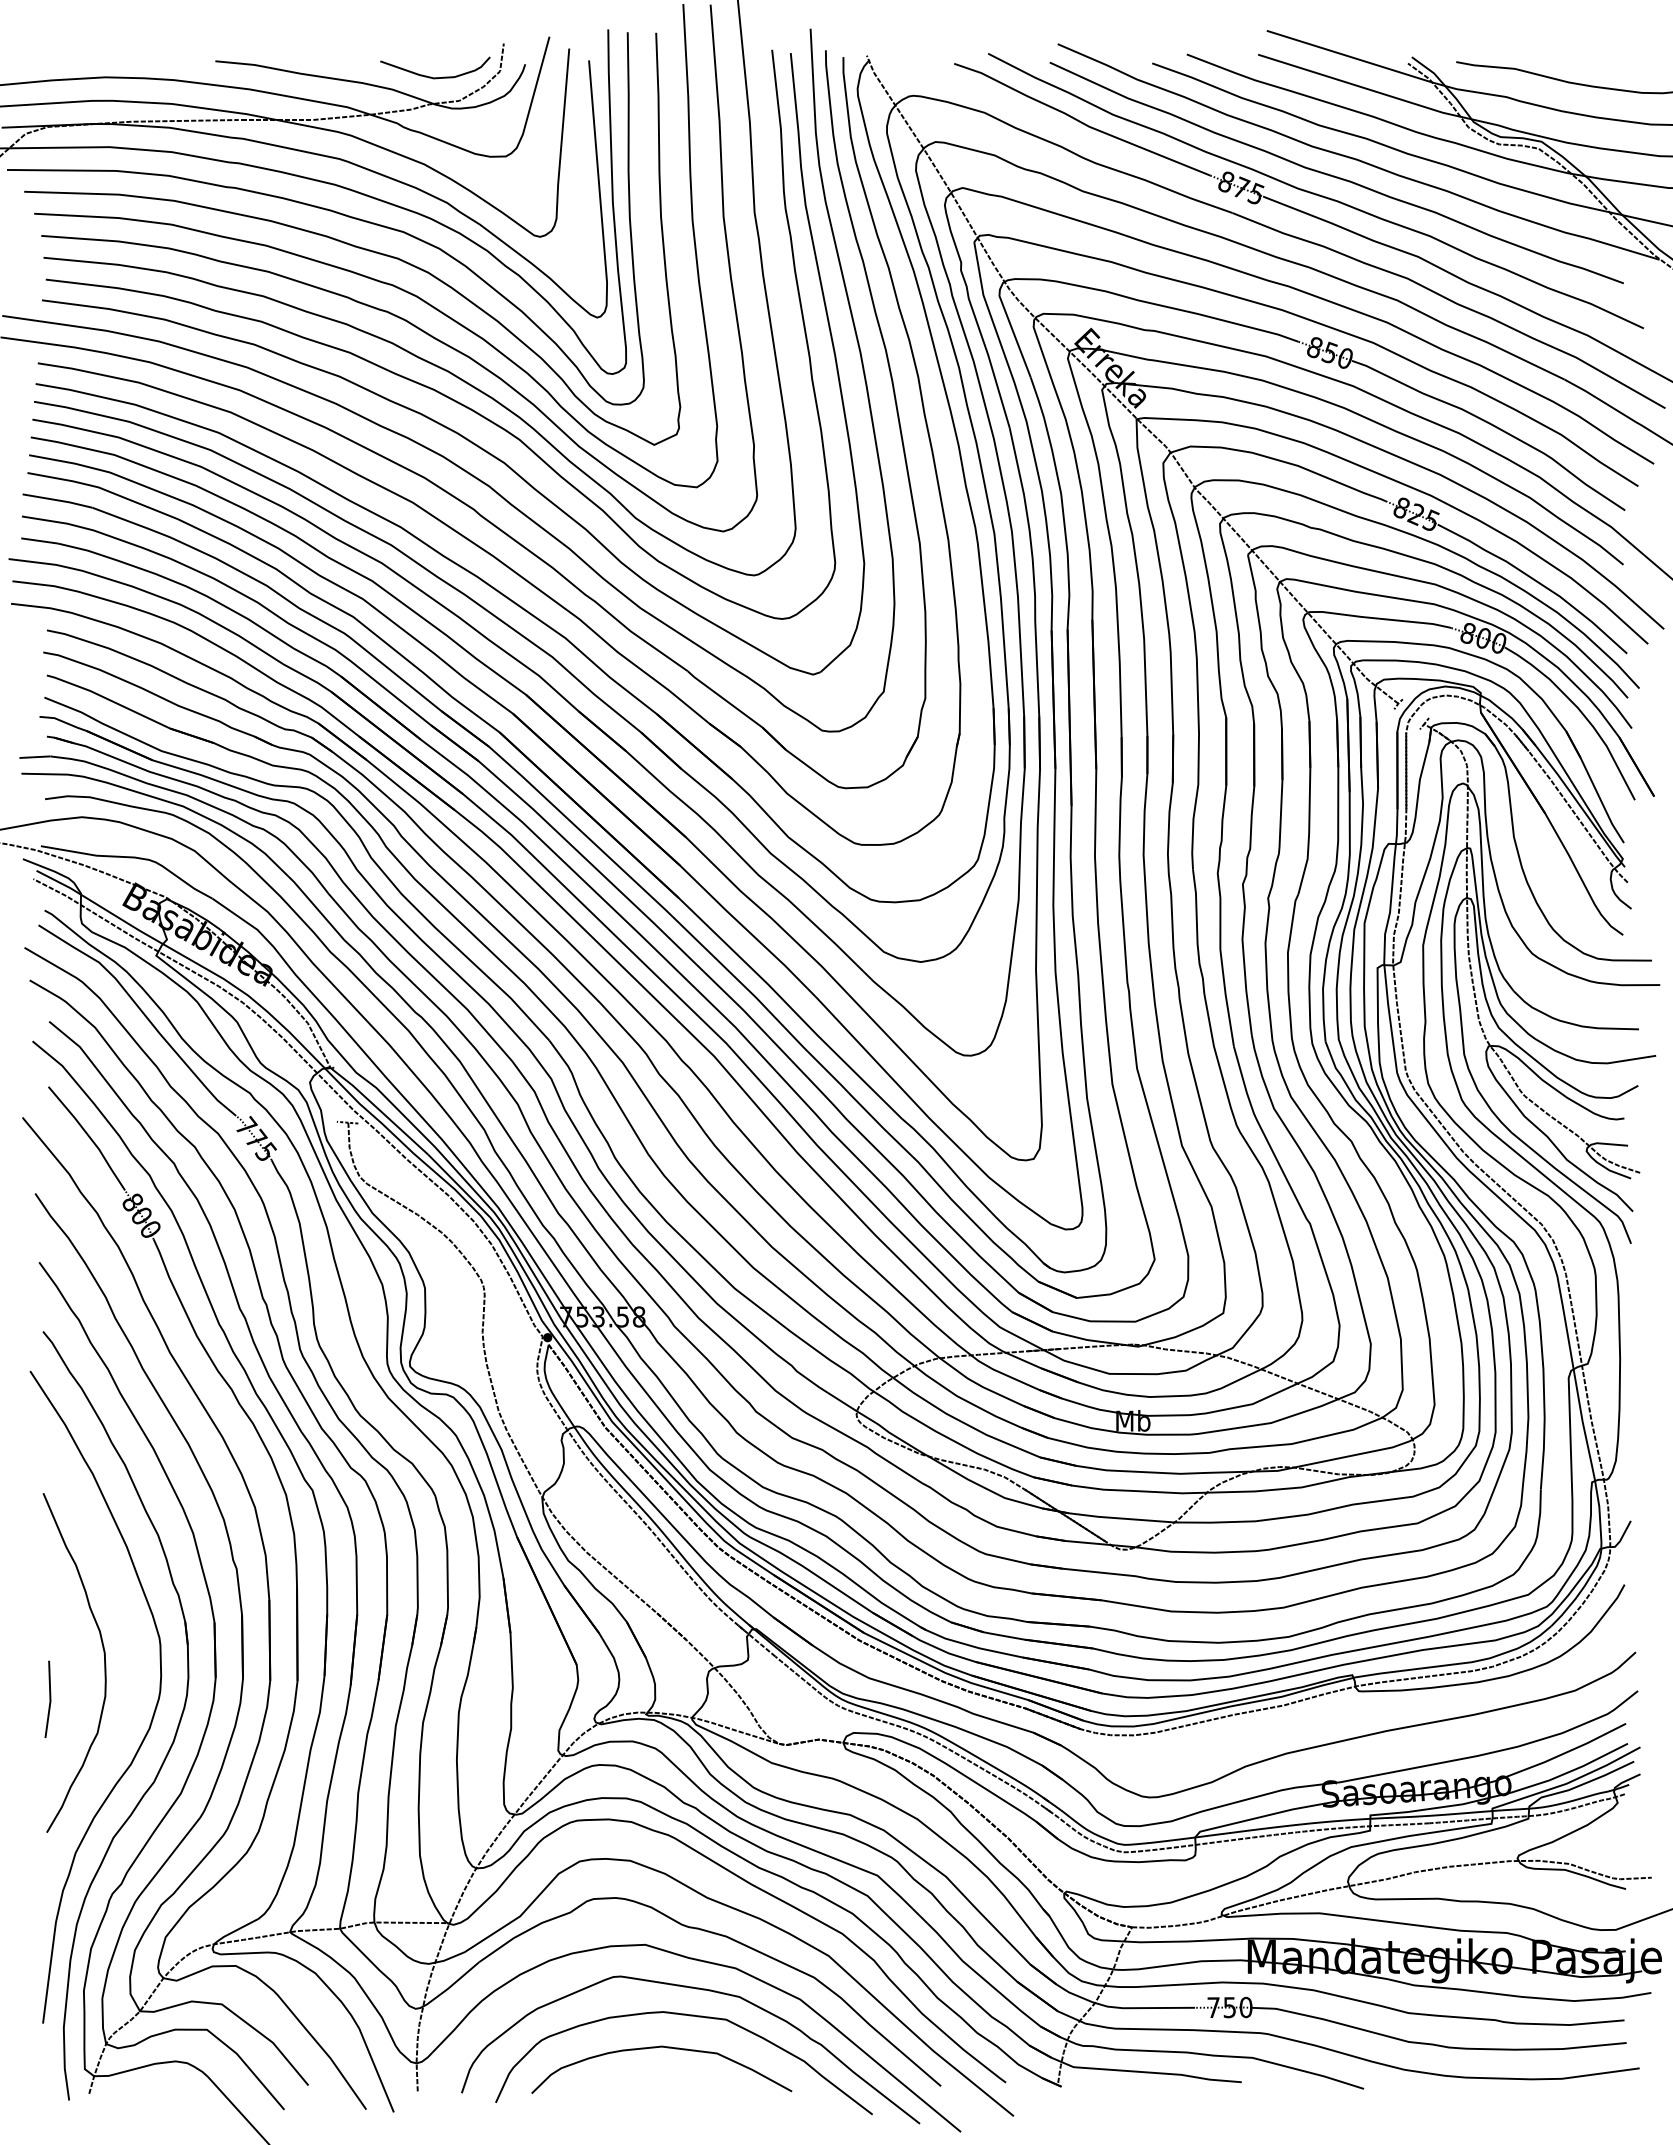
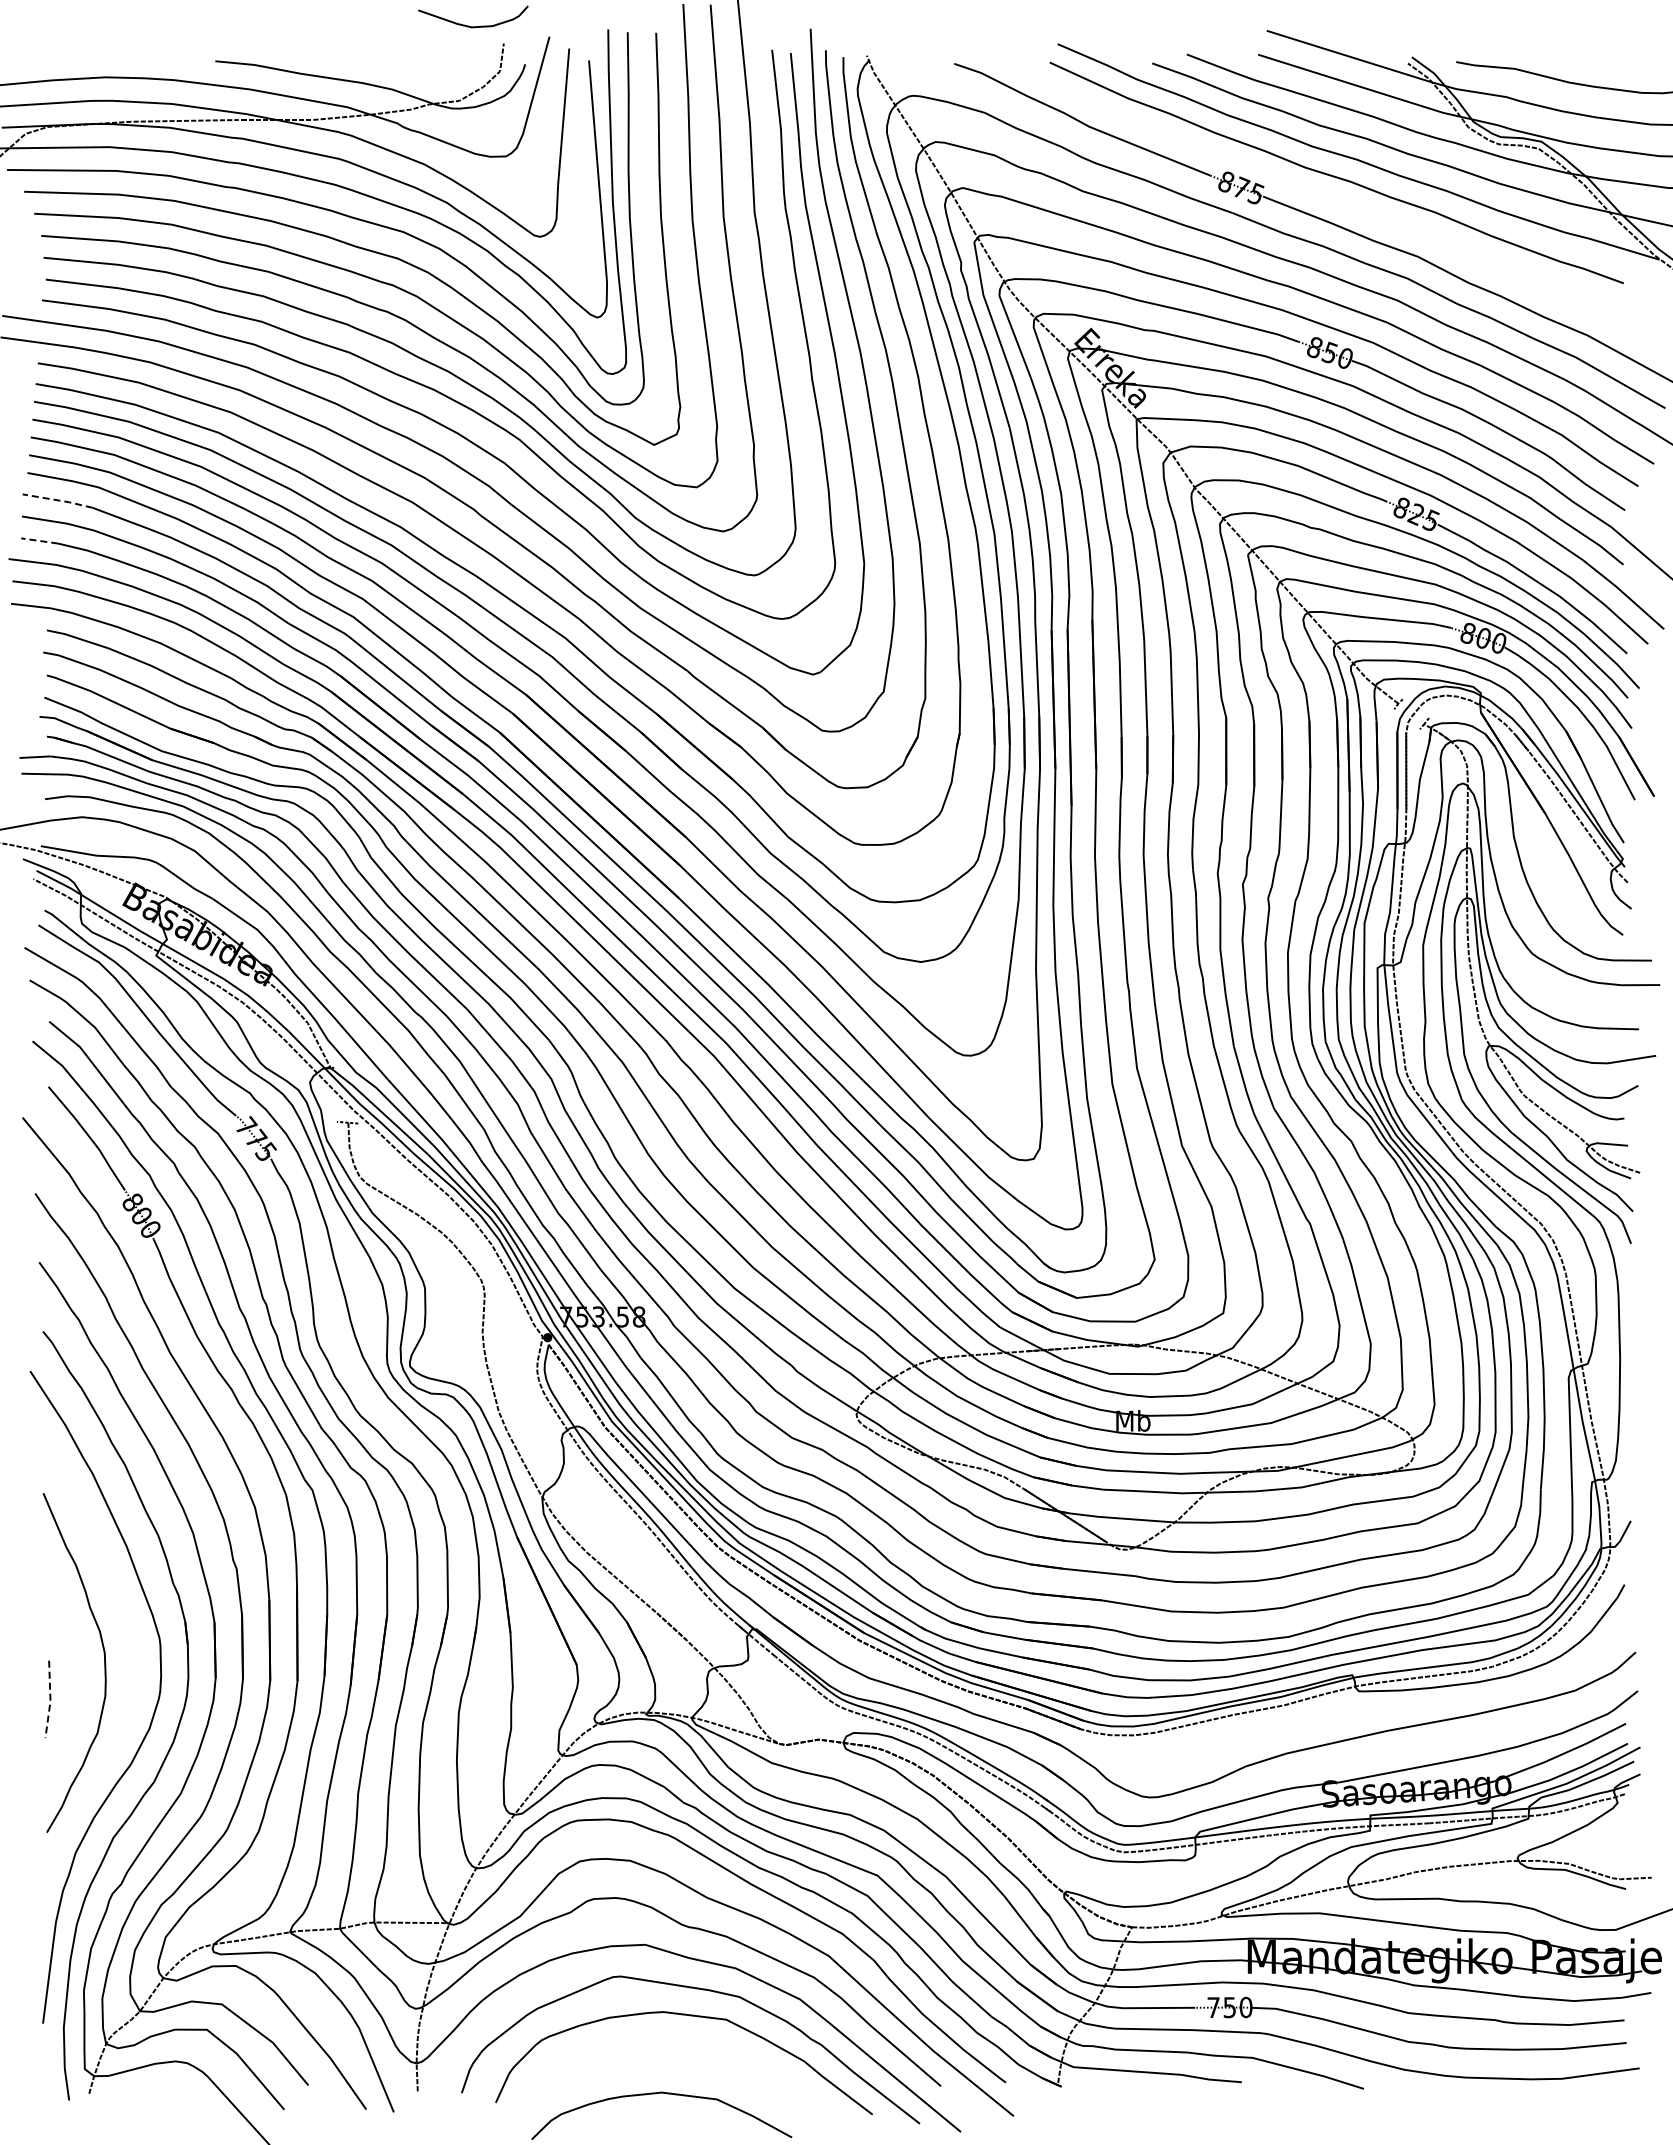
curve at (431, 76) position: (431, 76) -> (469, 25)
curve at (1315, 193): present -> none
line at (57, 500): solid -> dashed
line at (39, 540): solid -> dashed
line at (50, 1700): solid -> dashed
curve at (666, 2048) position: (666, 2048) -> (666, 2094)
